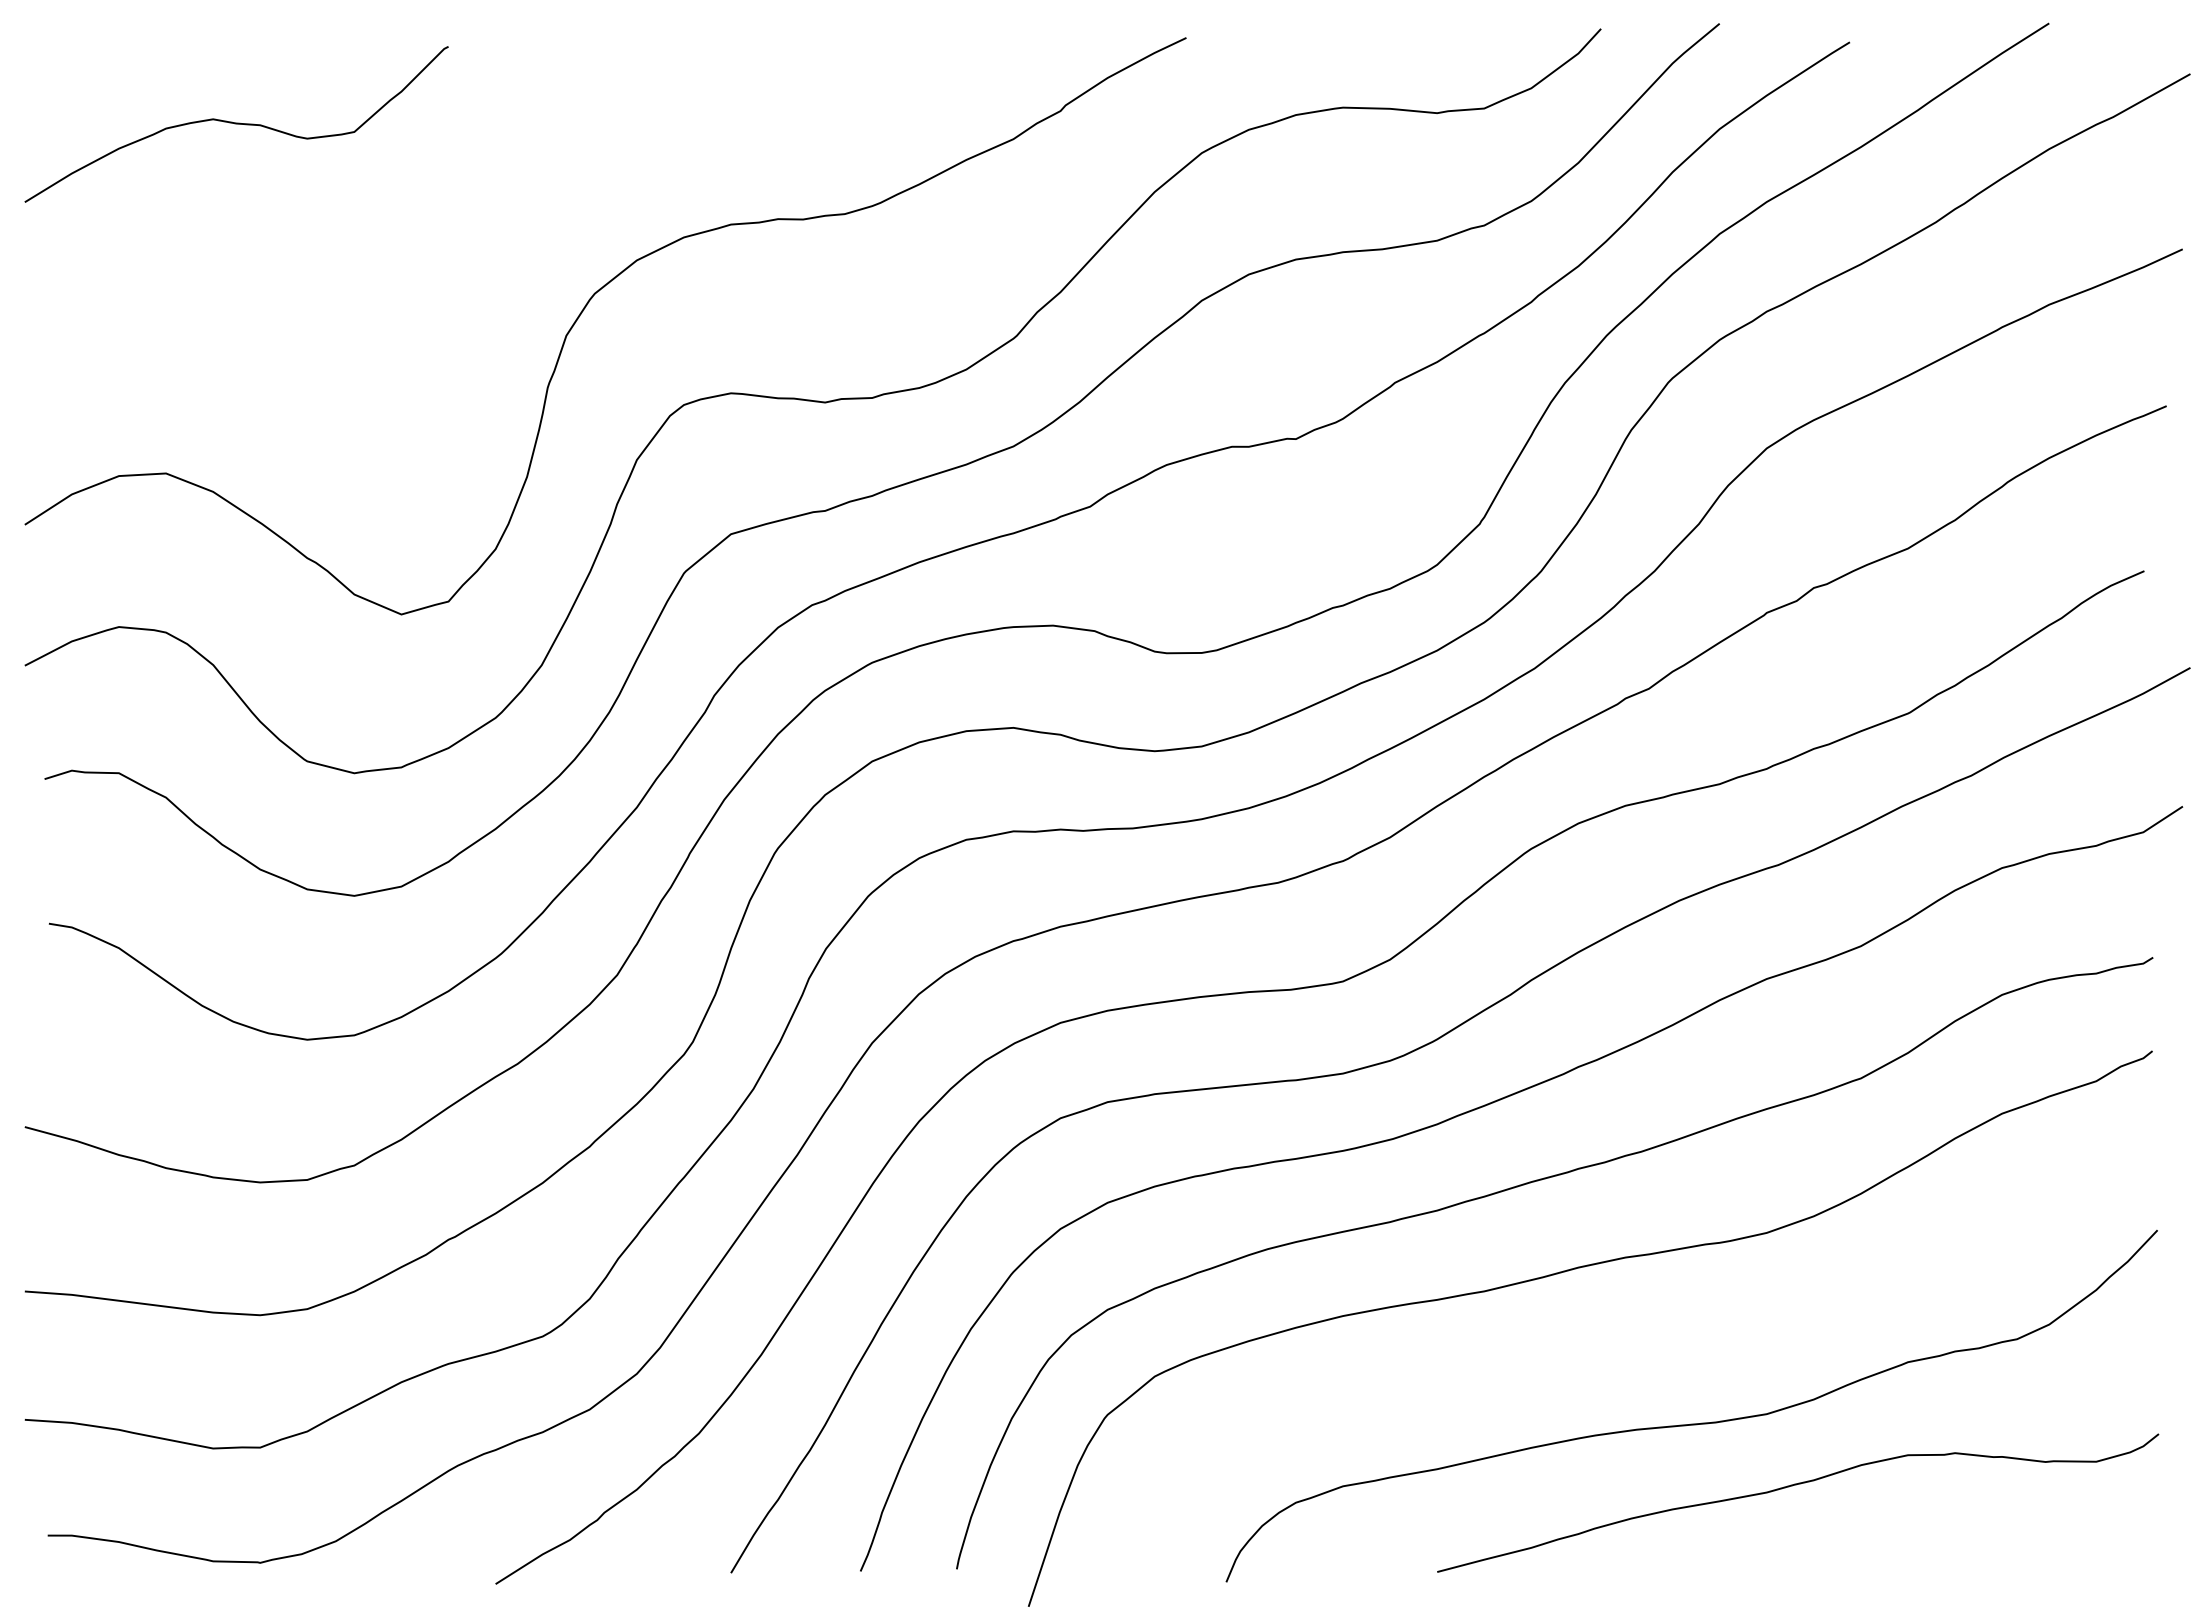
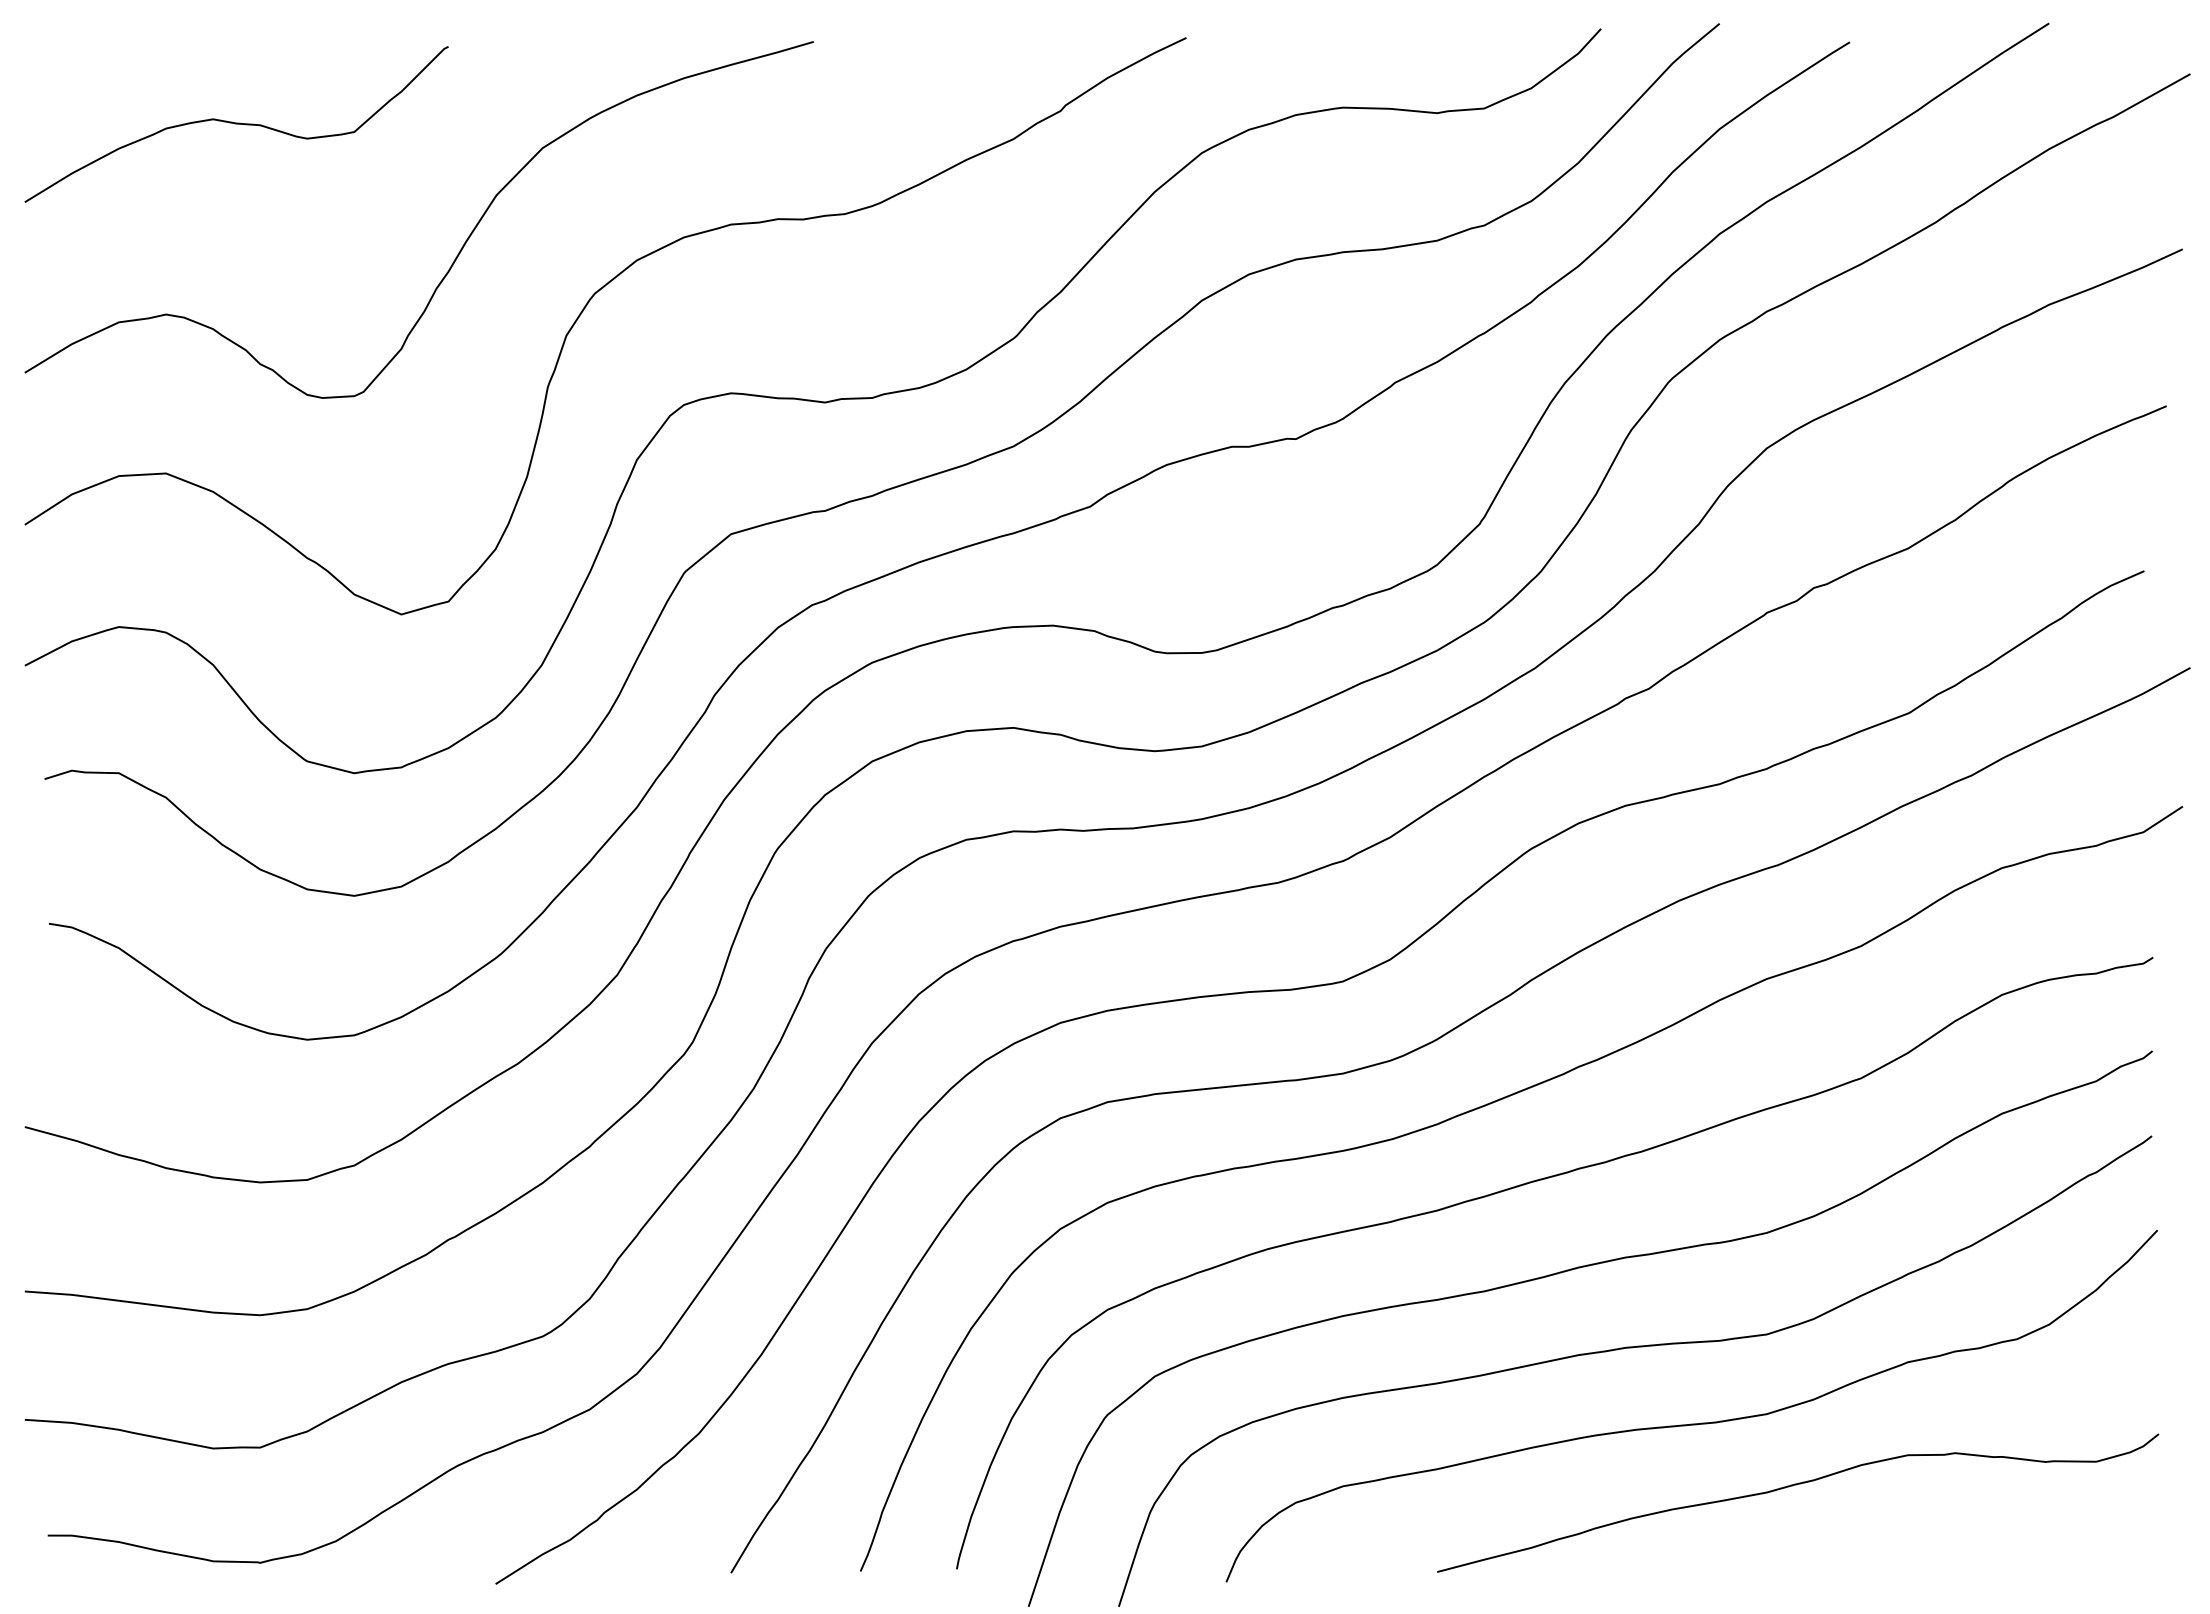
curve at (462, 245): none -> present
curve at (1632, 1348): none -> present
